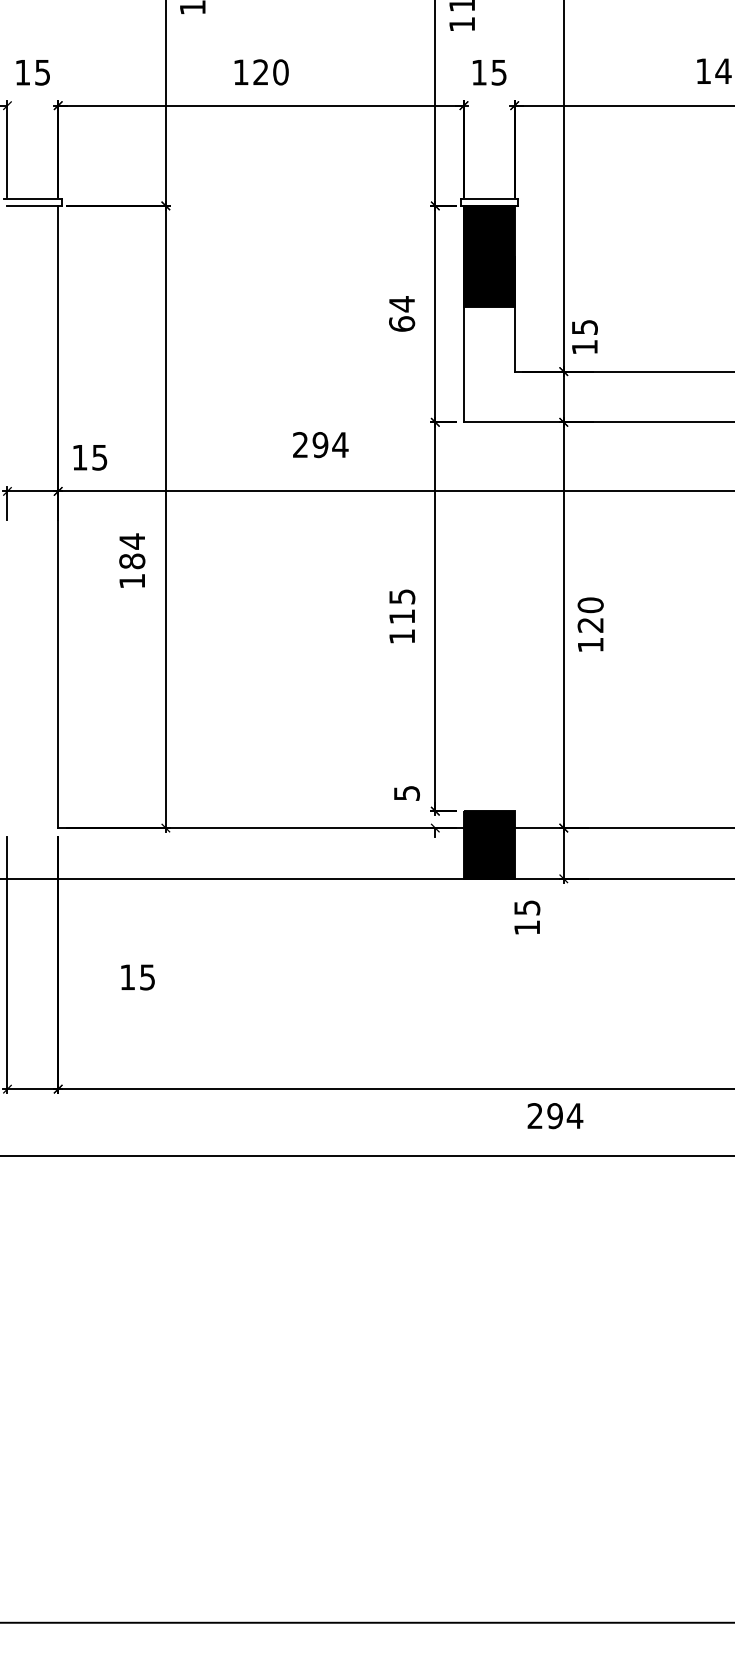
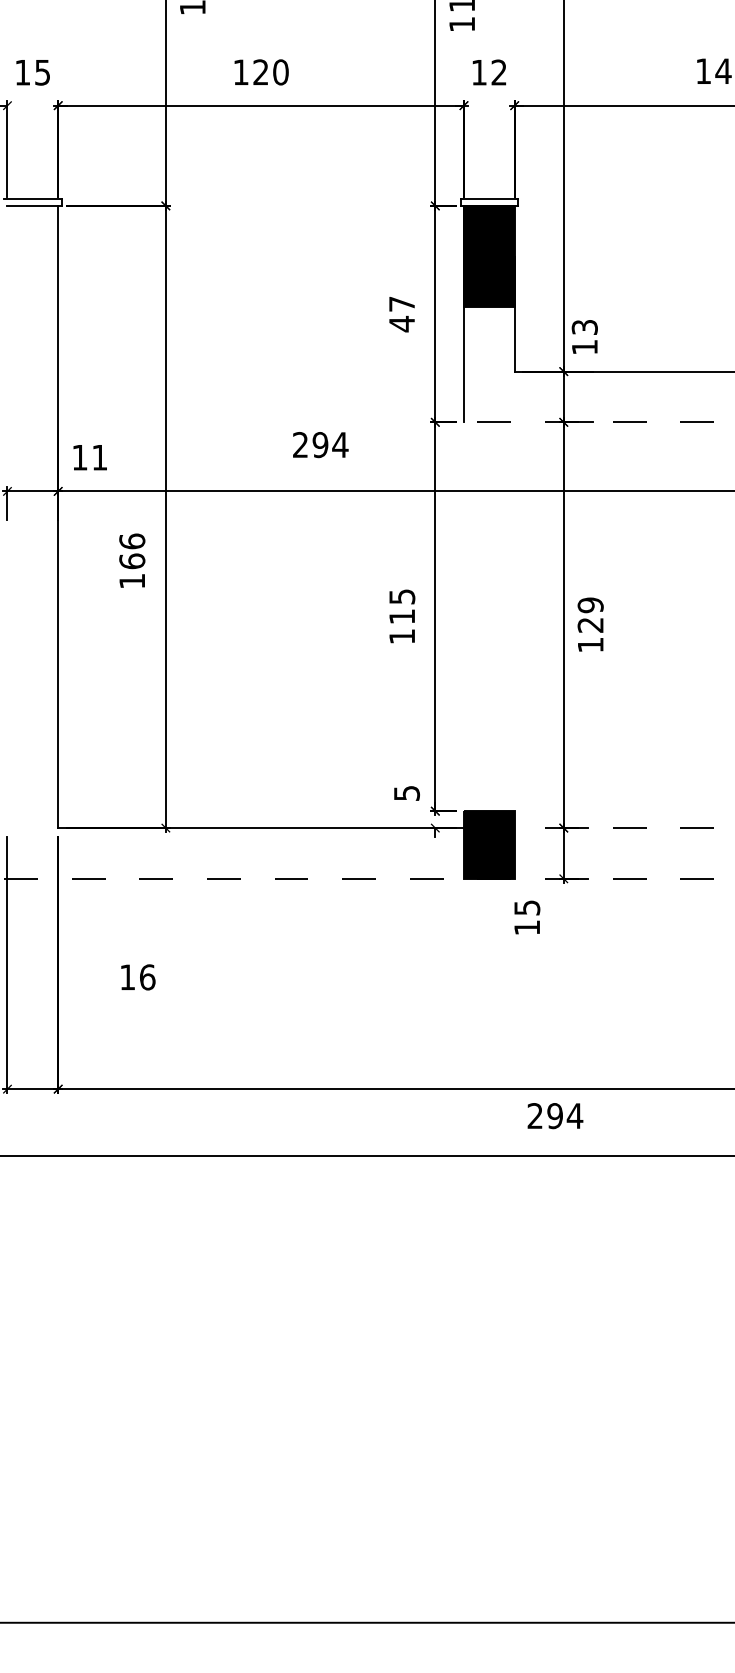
text at (498, 72): 15 -> 12
text at (402, 314): 64 -> 47
text at (584, 327): 15 -> 13
line at (598, 422): solid -> dashed
text at (99, 457): 15 -> 11
text at (132, 551): 184 -> 166
text at (590, 605): 120 -> 129
line at (624, 828): solid -> dashed
line at (367, 878): solid -> dashed
text at (147, 977): 15 -> 16
